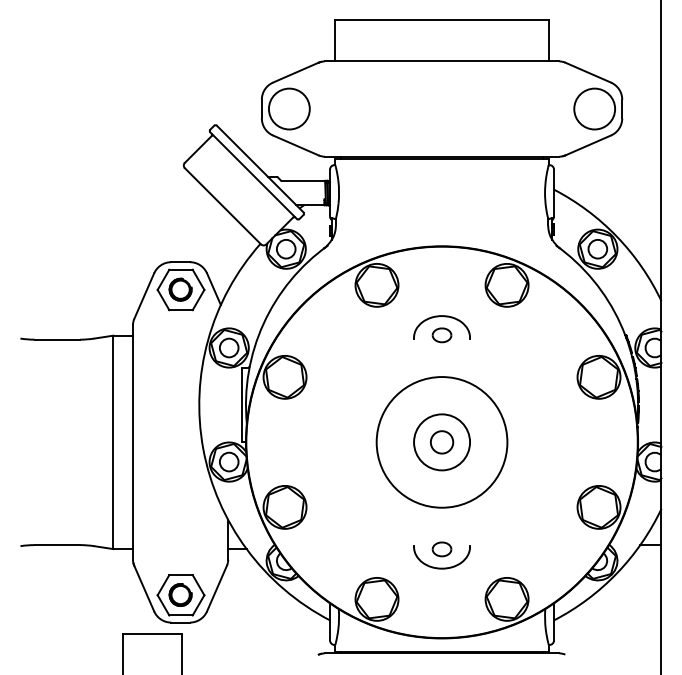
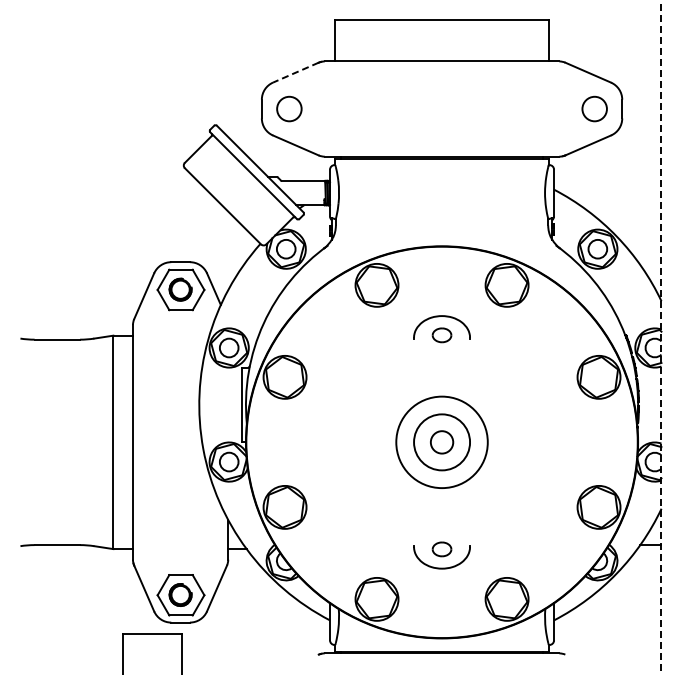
line at (295, 72): solid -> dashed
circle at (288, 108) diameter: 41 px -> 25 px
circle at (594, 108) diameter: 41 px -> 25 px
line at (661, 337): solid -> dashed
circle at (441, 442) diameter: 131 px -> 92 px
